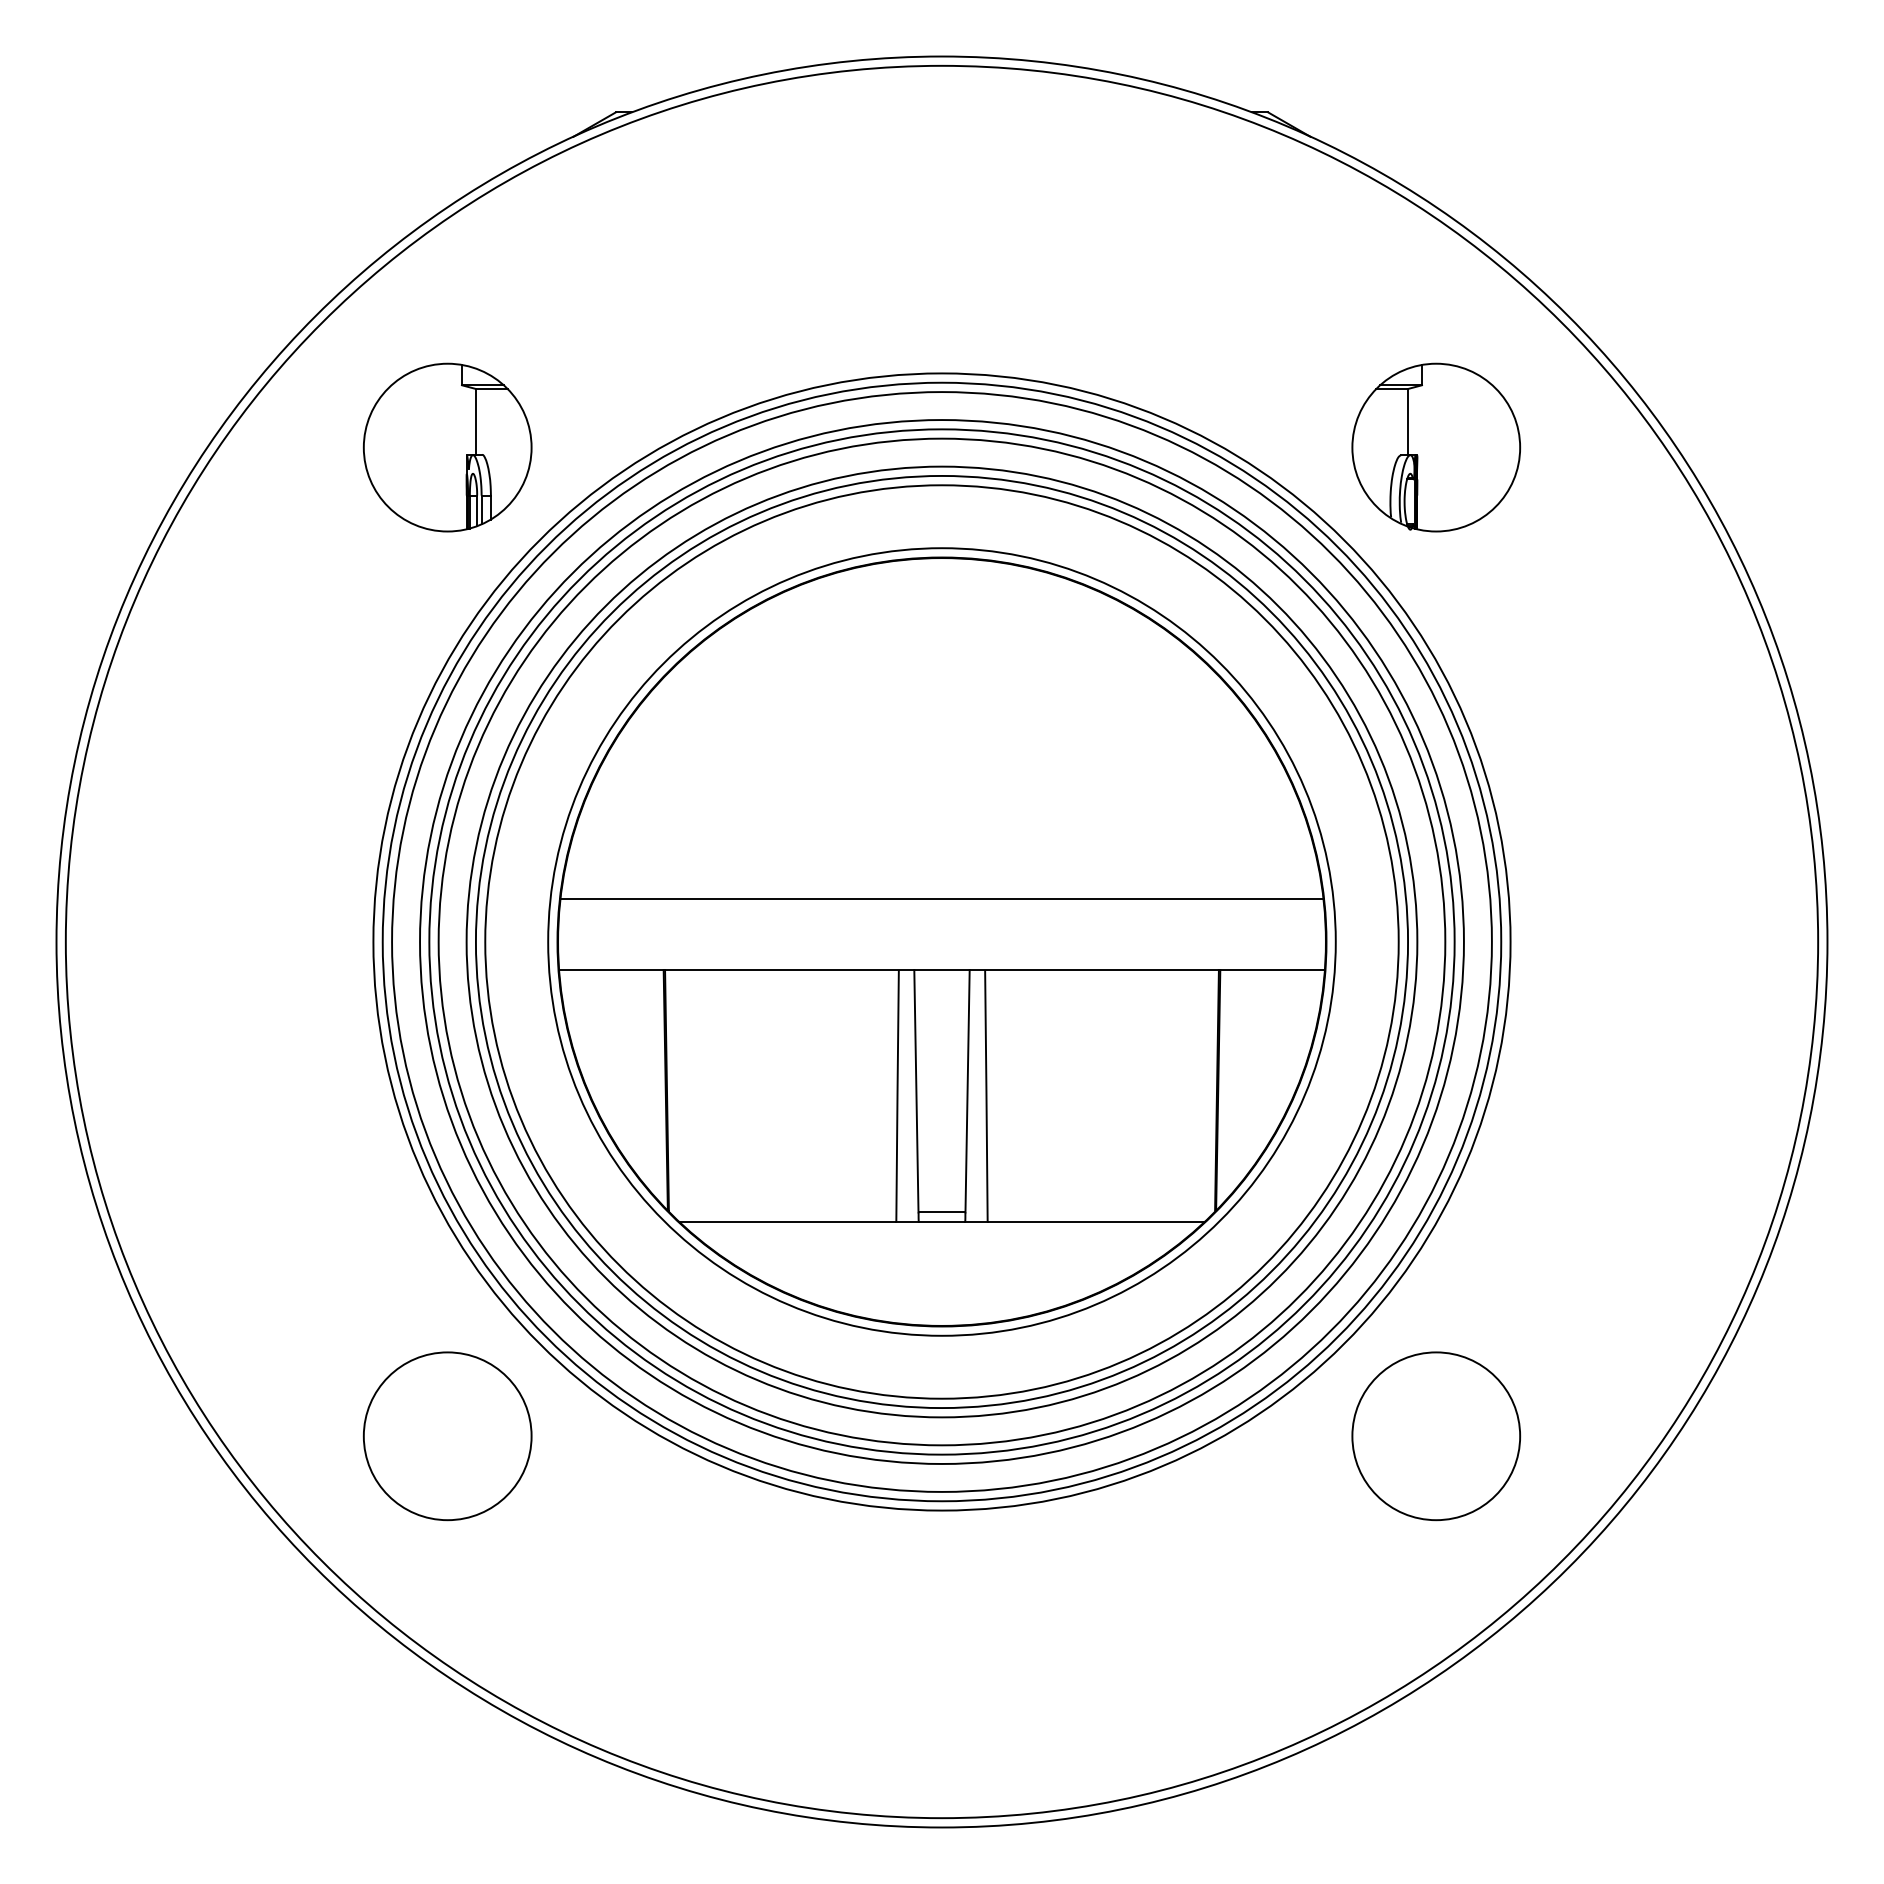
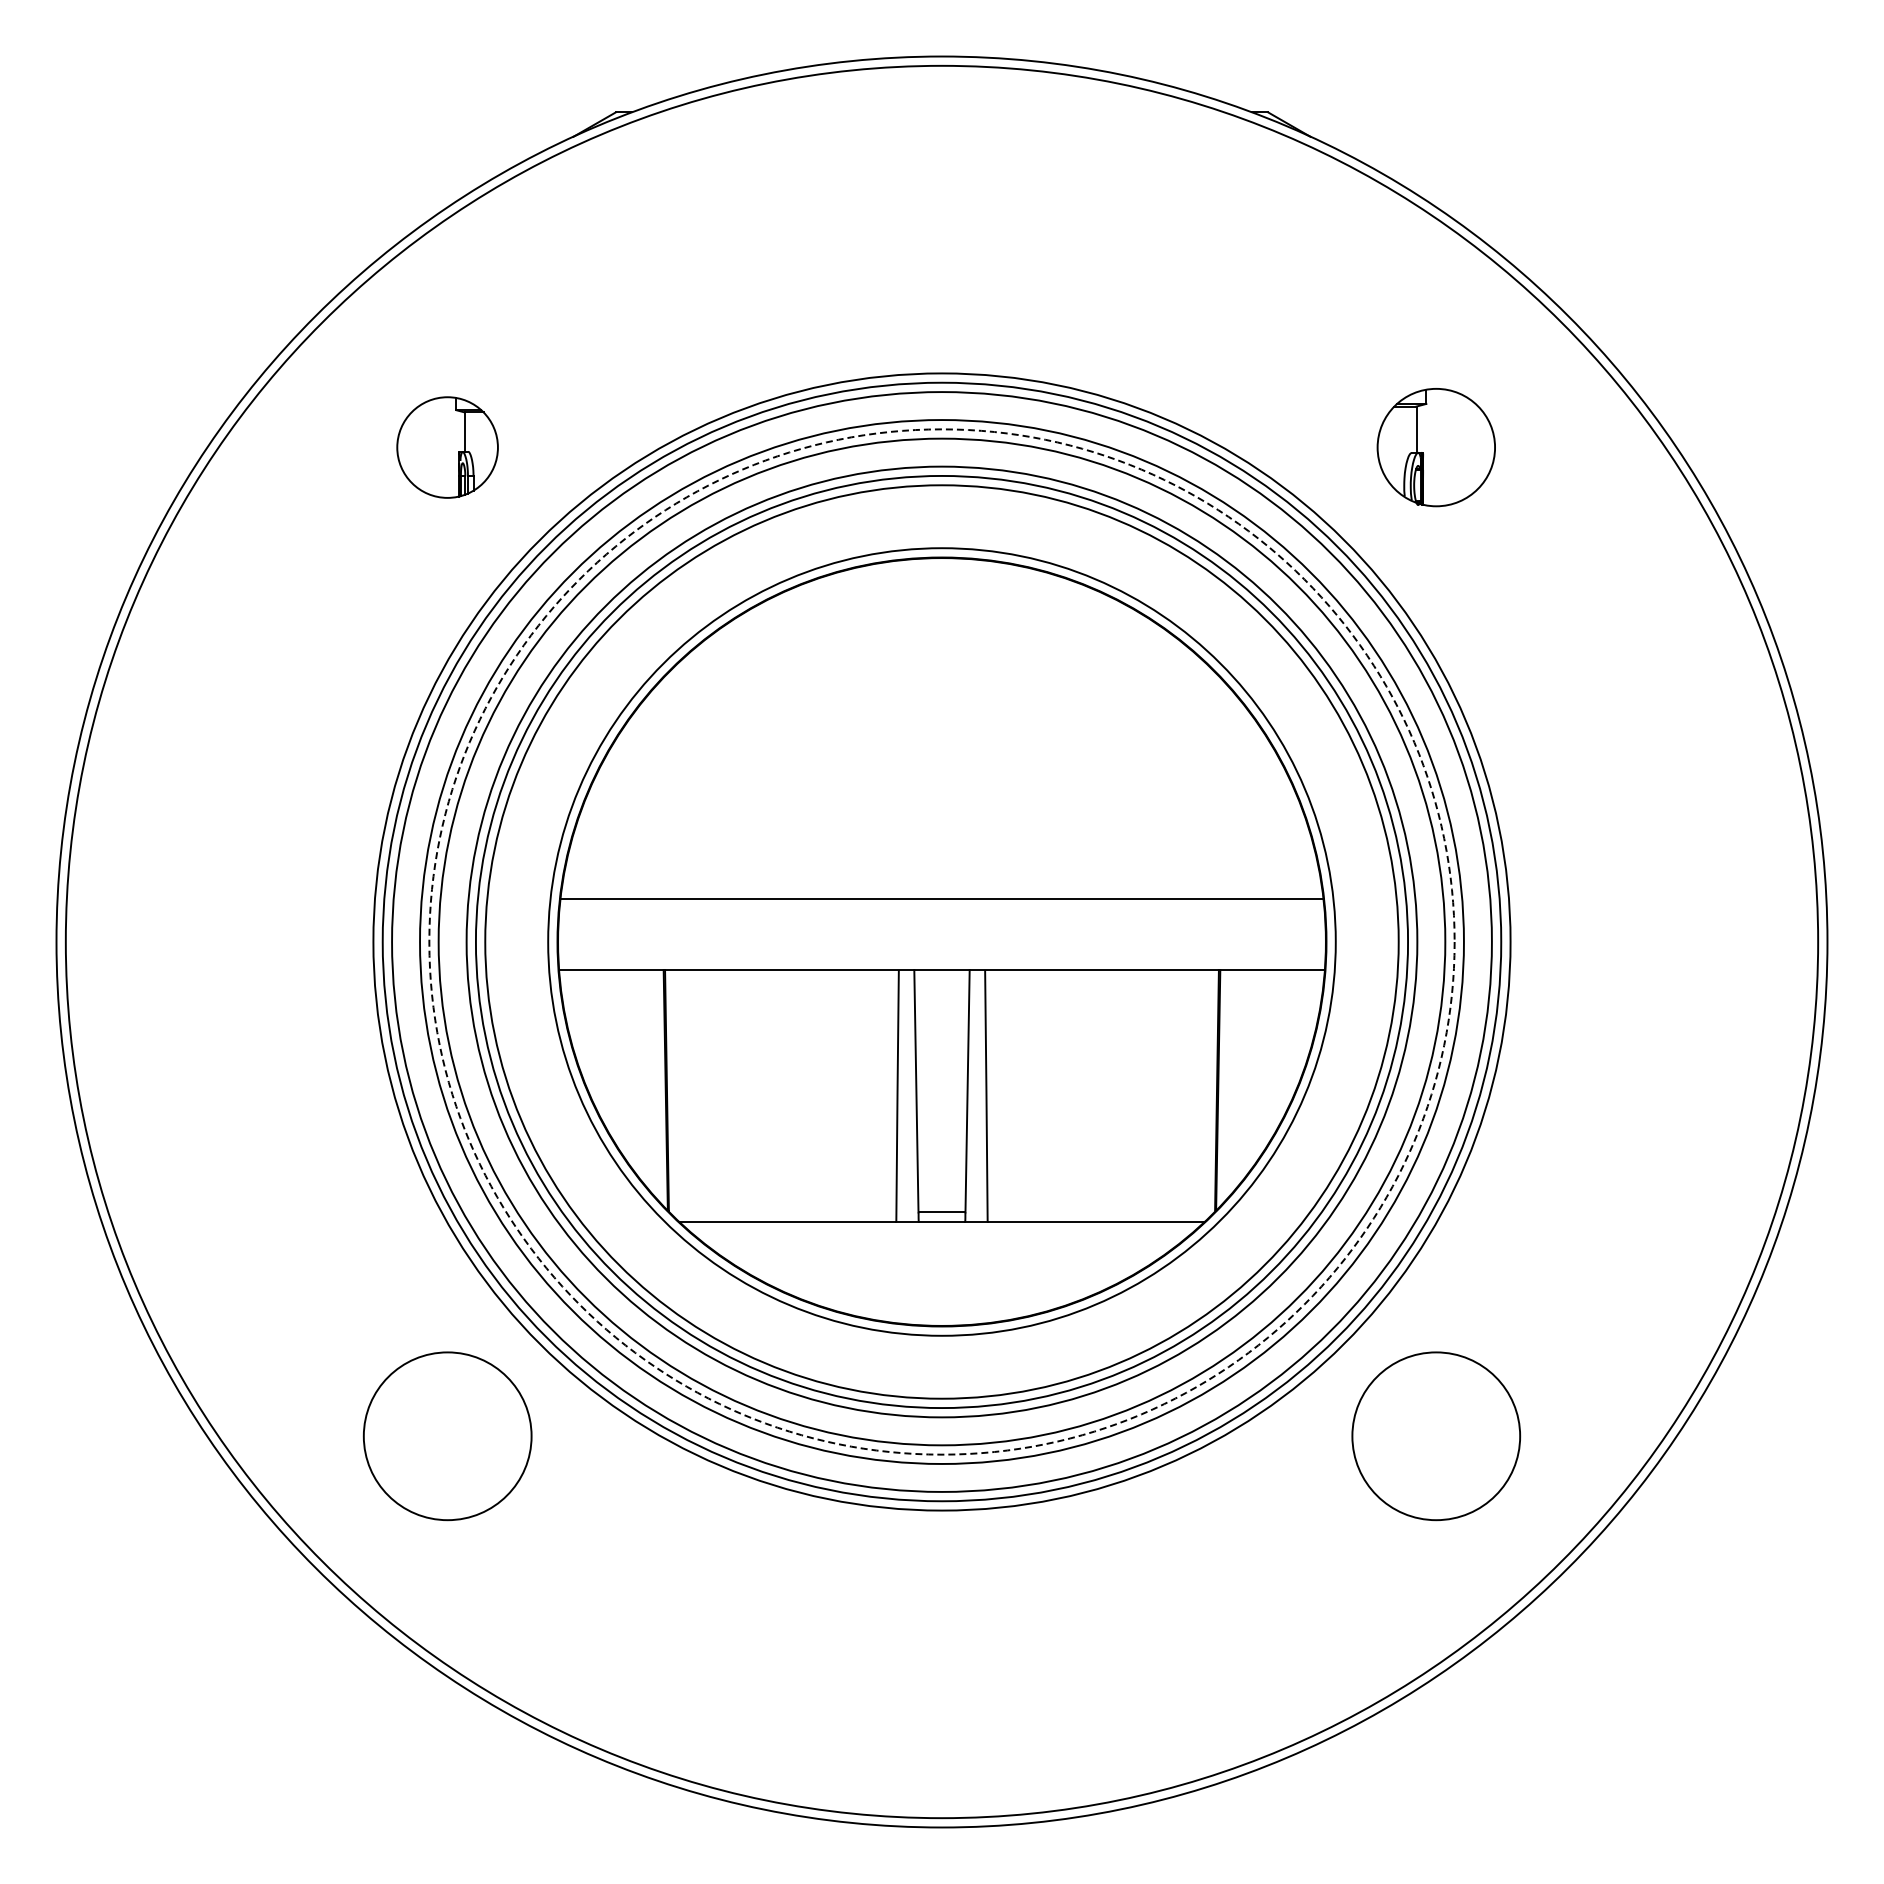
part at (447, 447) size: 171x171 px -> 103x103 px
part at (1436, 447) size: 171x171 px -> 120x120 px
circle at (941, 941): solid -> dashed
